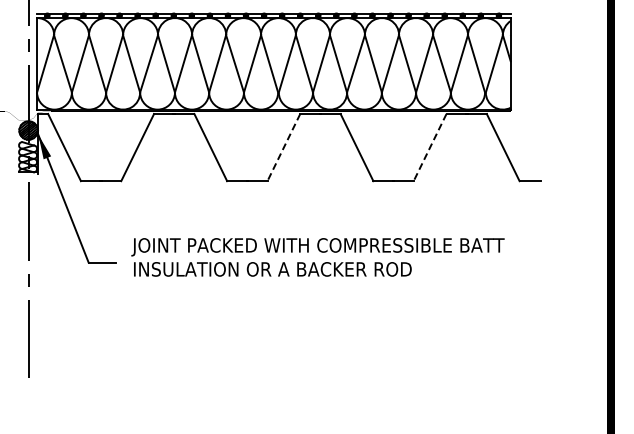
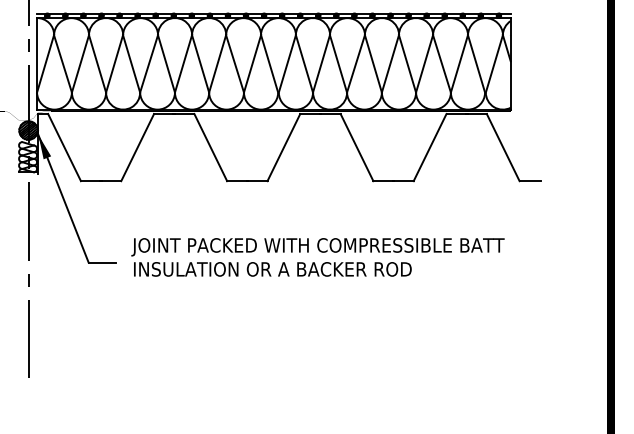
line at (283, 148): dashed -> solid
line at (429, 148): dashed -> solid
